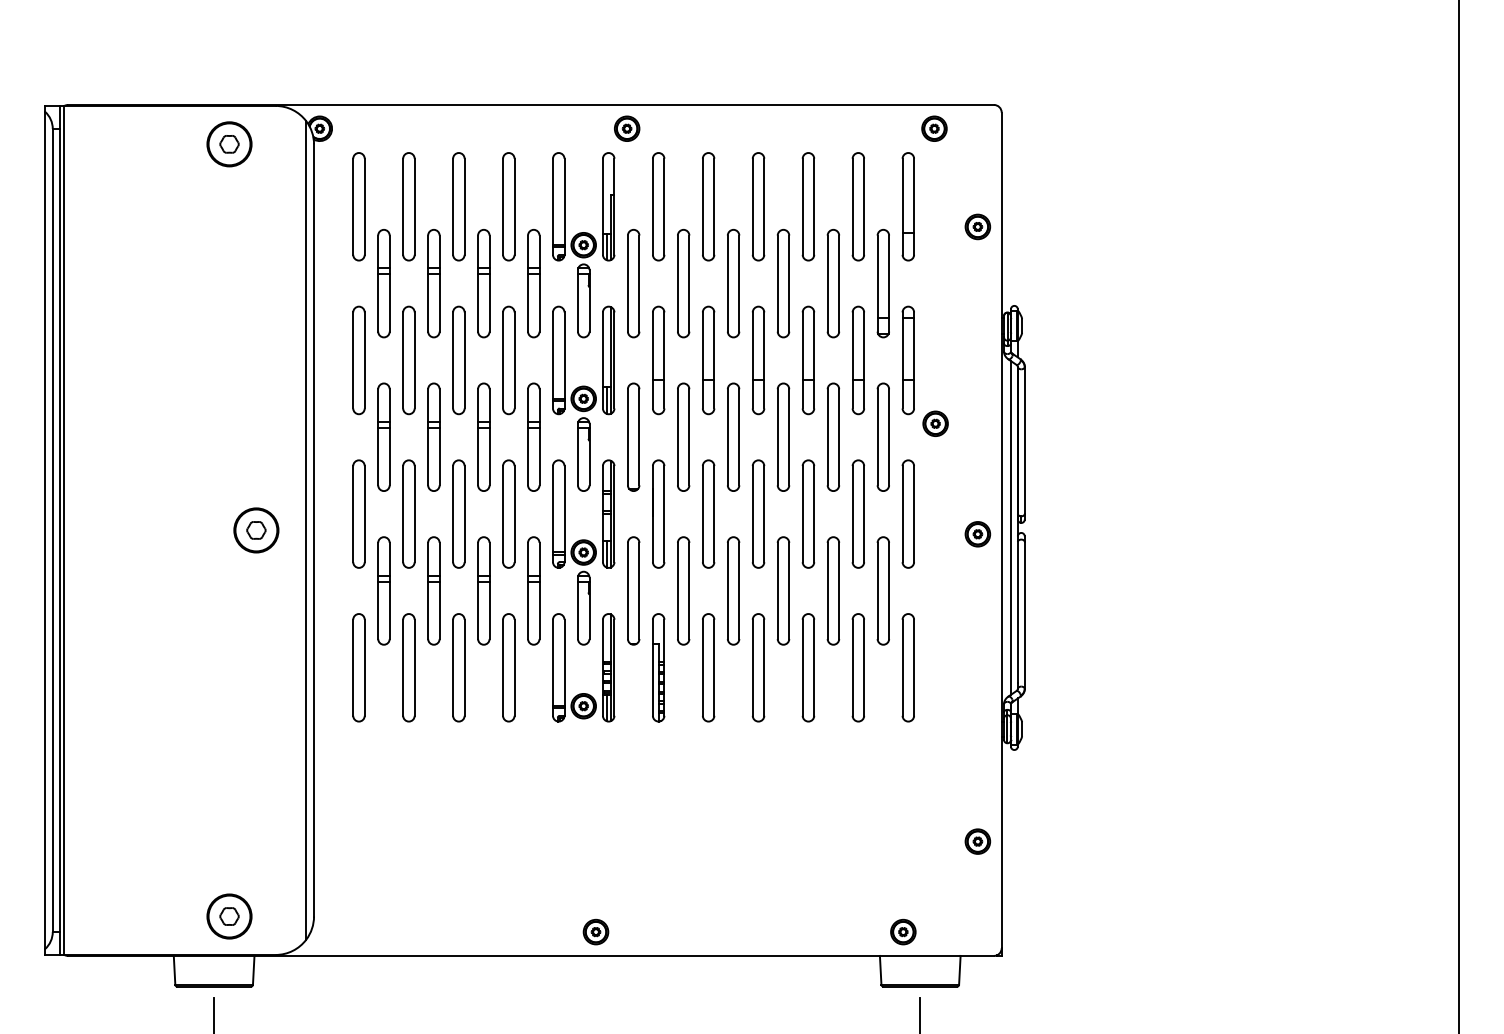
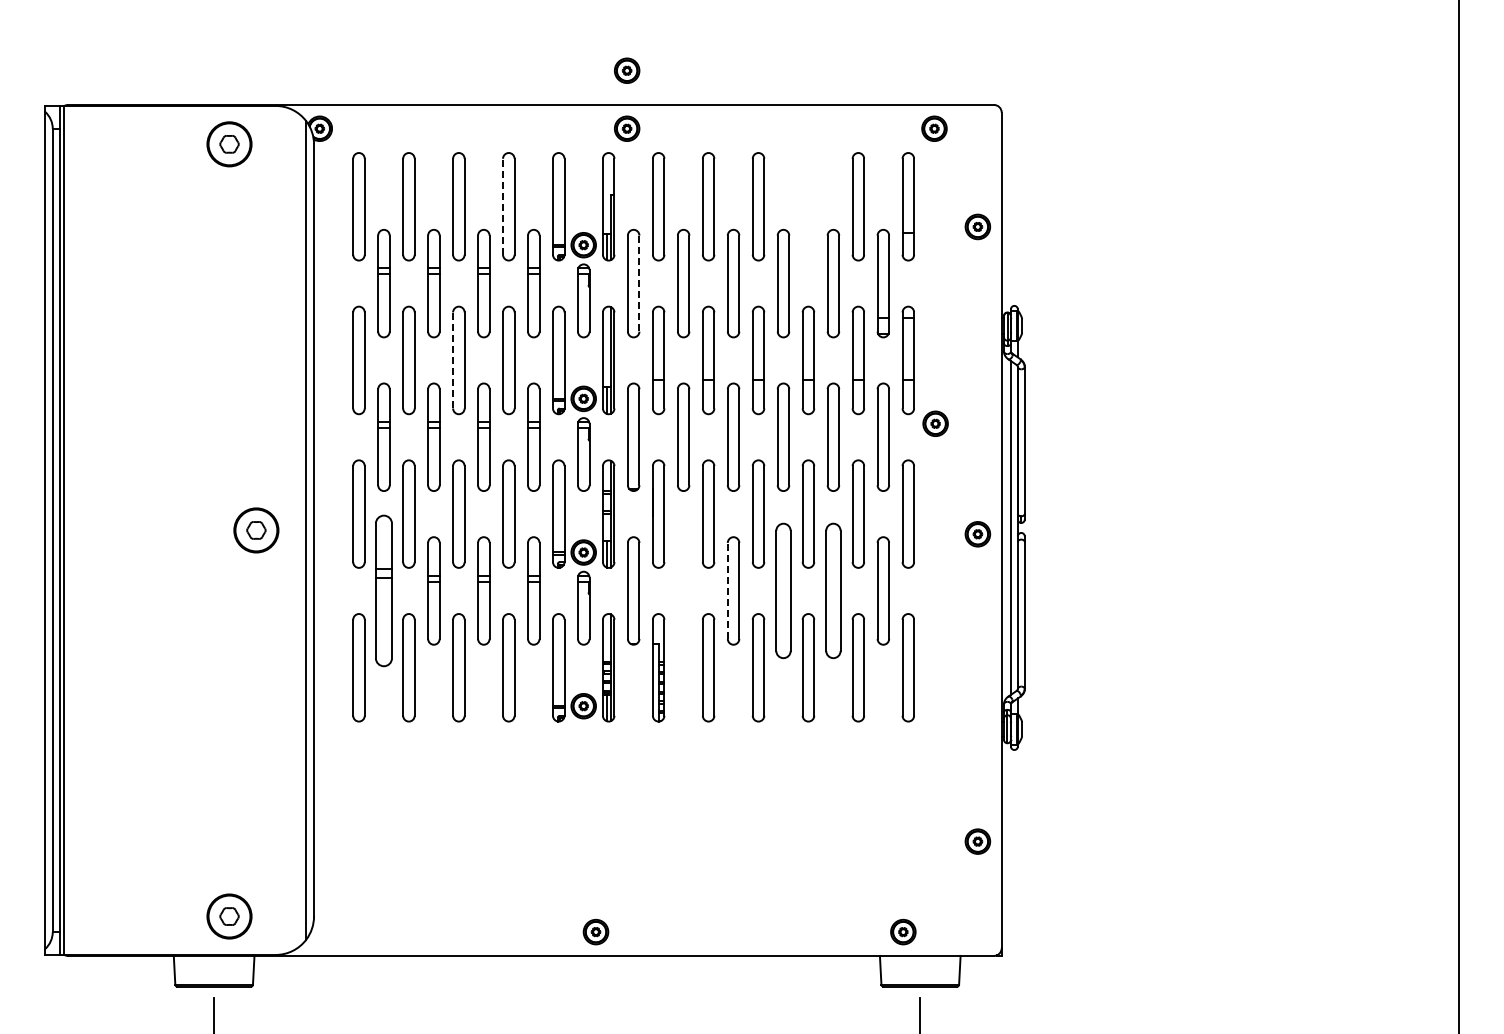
part at (627, 70): none -> present
line at (503, 206): solid -> dashed
part at (808, 206): present -> none
line at (639, 284): solid -> dashed
line at (453, 359): solid -> dashed
part at (383, 590) size: 14x110 px -> 18x154 px
part at (683, 590): present -> none
line at (727, 590): solid -> dashed
part at (783, 590) size: 15x110 px -> 17x138 px
part at (833, 590) size: 15x110 px -> 17x138 px
